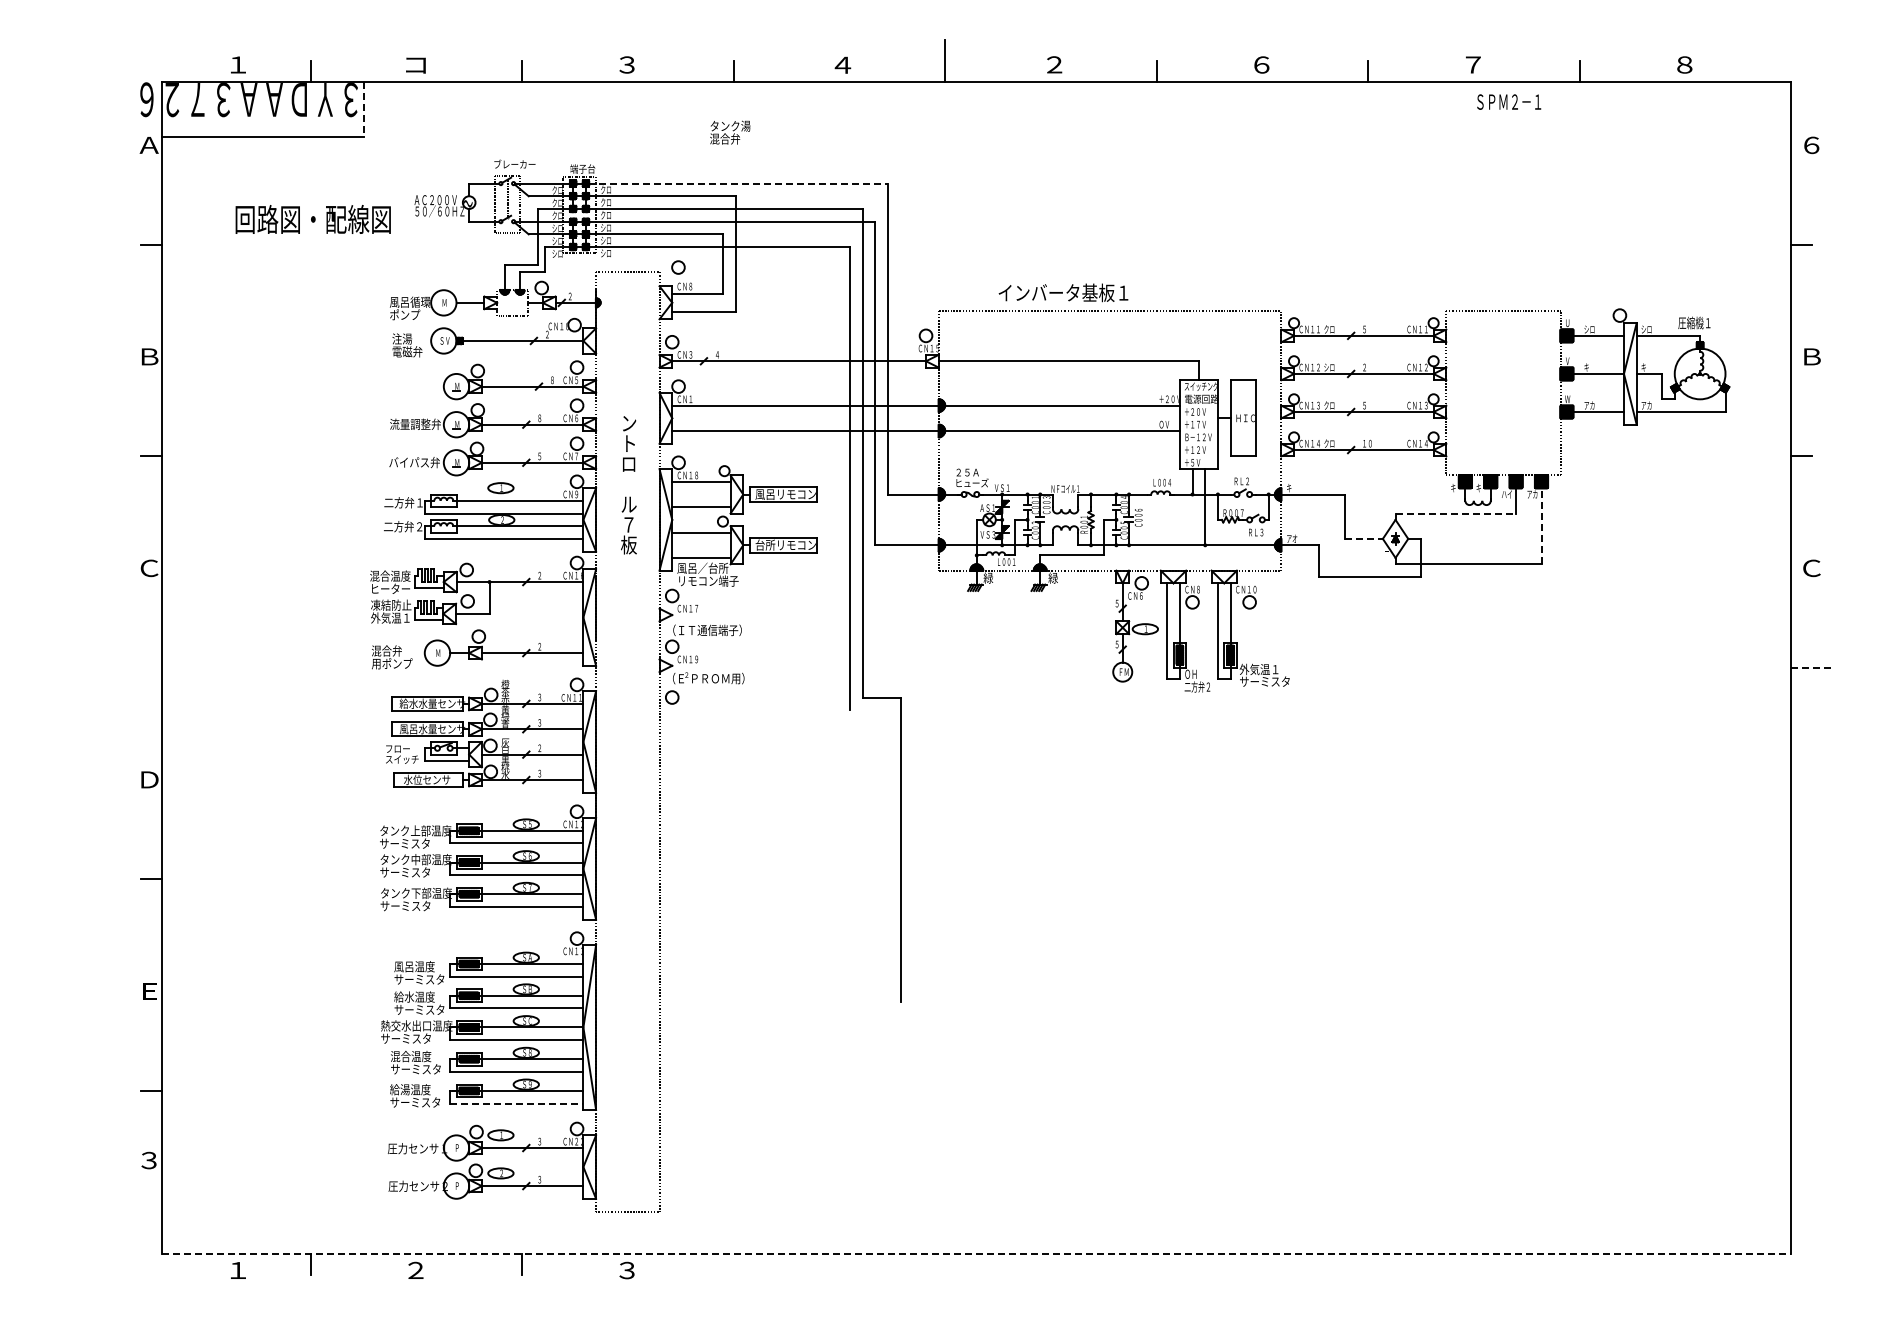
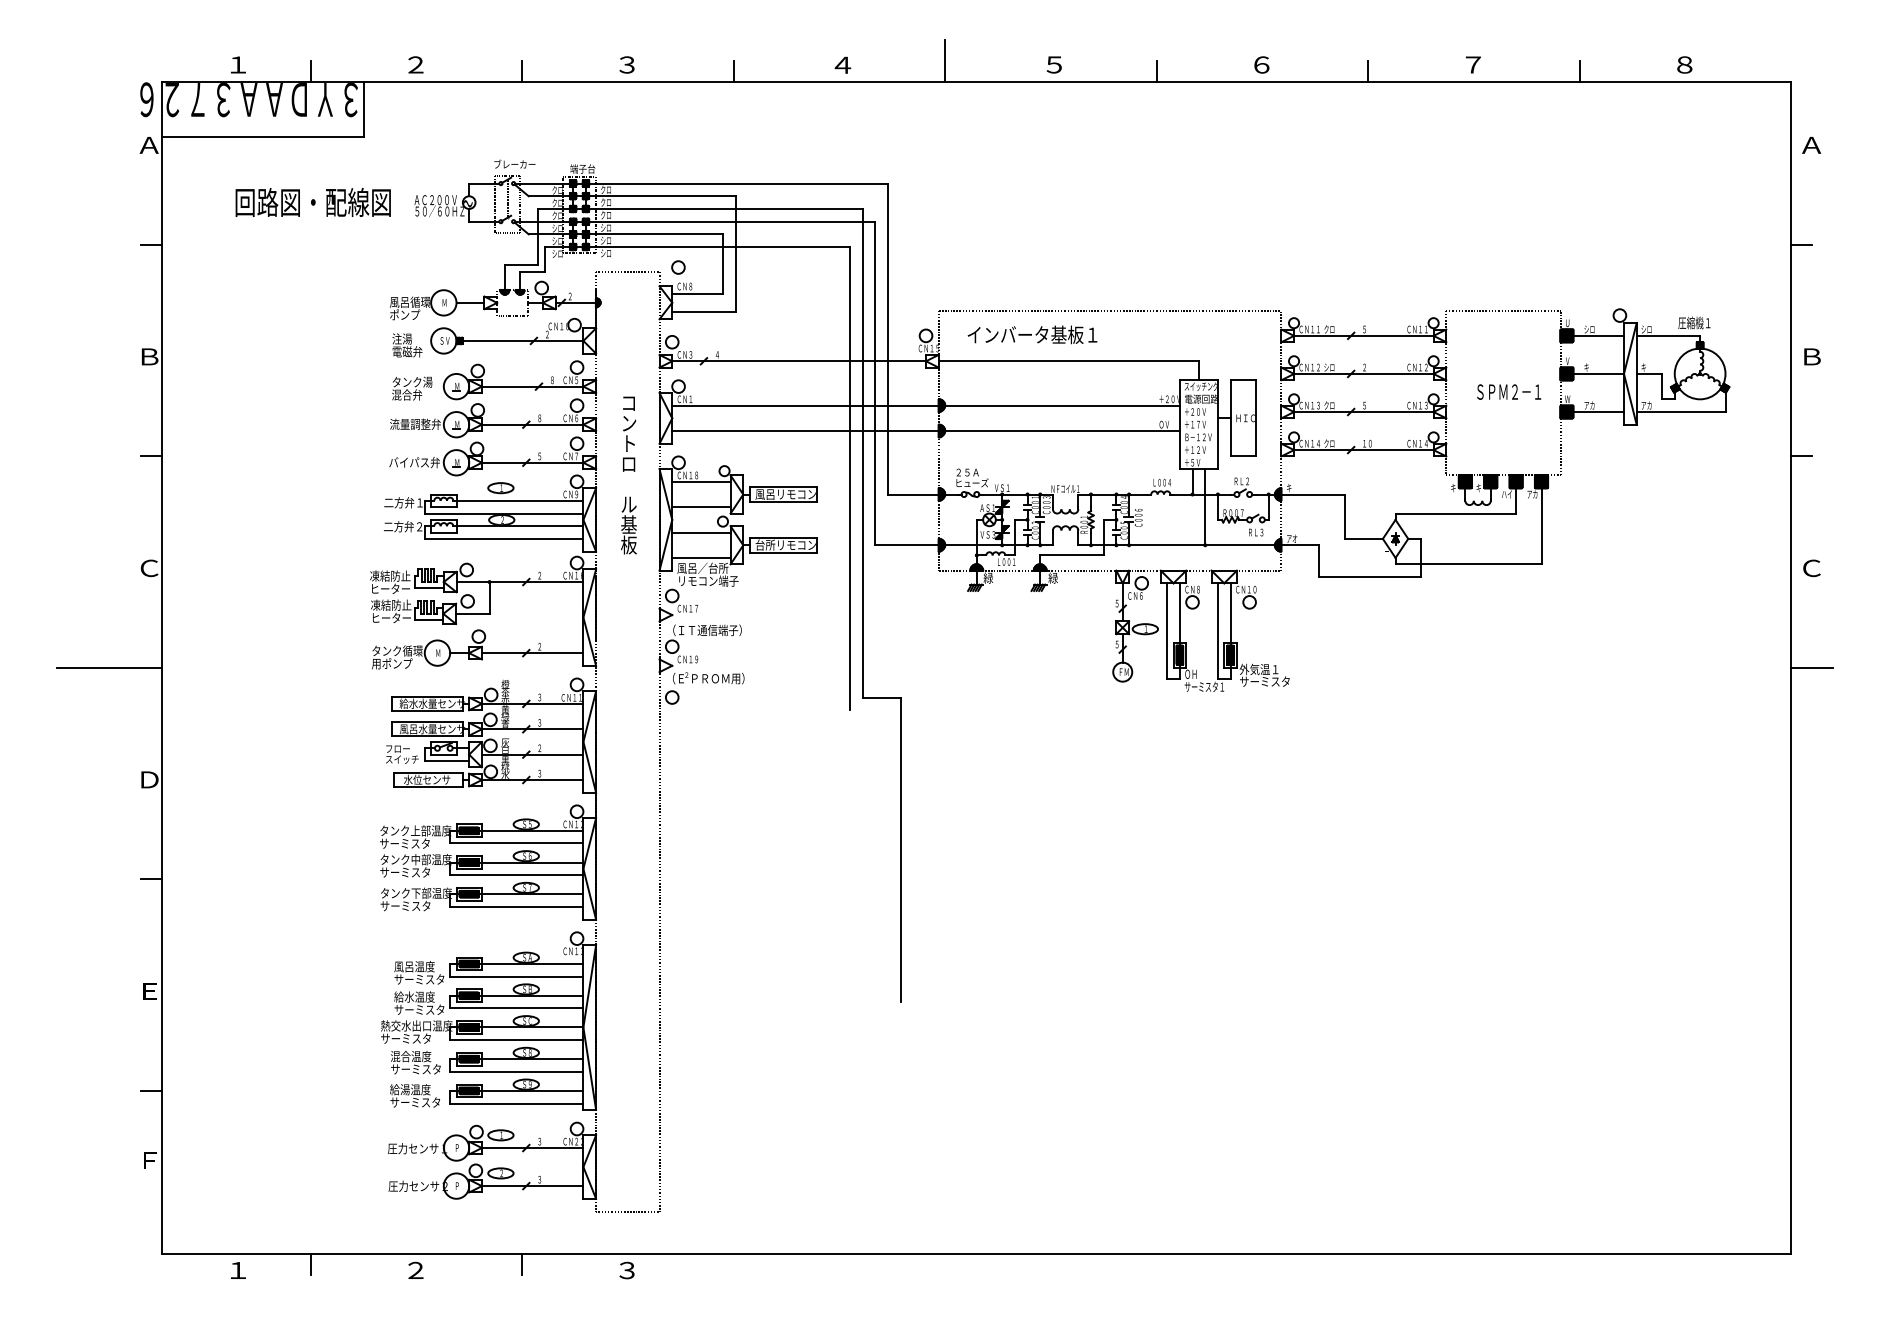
text at (415, 64): コ -> ２
text at (1054, 64): ２ -> ５
text at (1509, 101) position: (1509, 101) -> (1509, 391)
line at (364, 109): dashed -> solid
text at (730, 132) position: (730, 132) -> (412, 388)
text at (1811, 145): ６ -> Ａ
line at (738, 183): dashed -> solid
text at (312, 219) position: (312, 219) -> (312, 202)
text at (1063, 292) position: (1063, 292) -> (1032, 334)
text at (628, 403): ｜ -> コ
line at (1456, 513): dashed -> solid
text at (628, 524): ７ -> 基
line at (1541, 525): dashed -> solid
line at (1364, 538): dashed -> solid
text at (390, 575): 混合温度 -> 凍結防止
text at (390, 617): 外気温１ -> ヒーター
text at (397, 650): 混合弁 -> タンク循環
line at (109, 667): none -> present
line at (1812, 667): dashed -> solid
text at (1204, 686): 二方弁２ -> サーミスタ１
line at (516, 1103): dashed -> solid
text at (148, 1160): ３ -> Ｆ
line at (977, 1253): dashed -> solid
